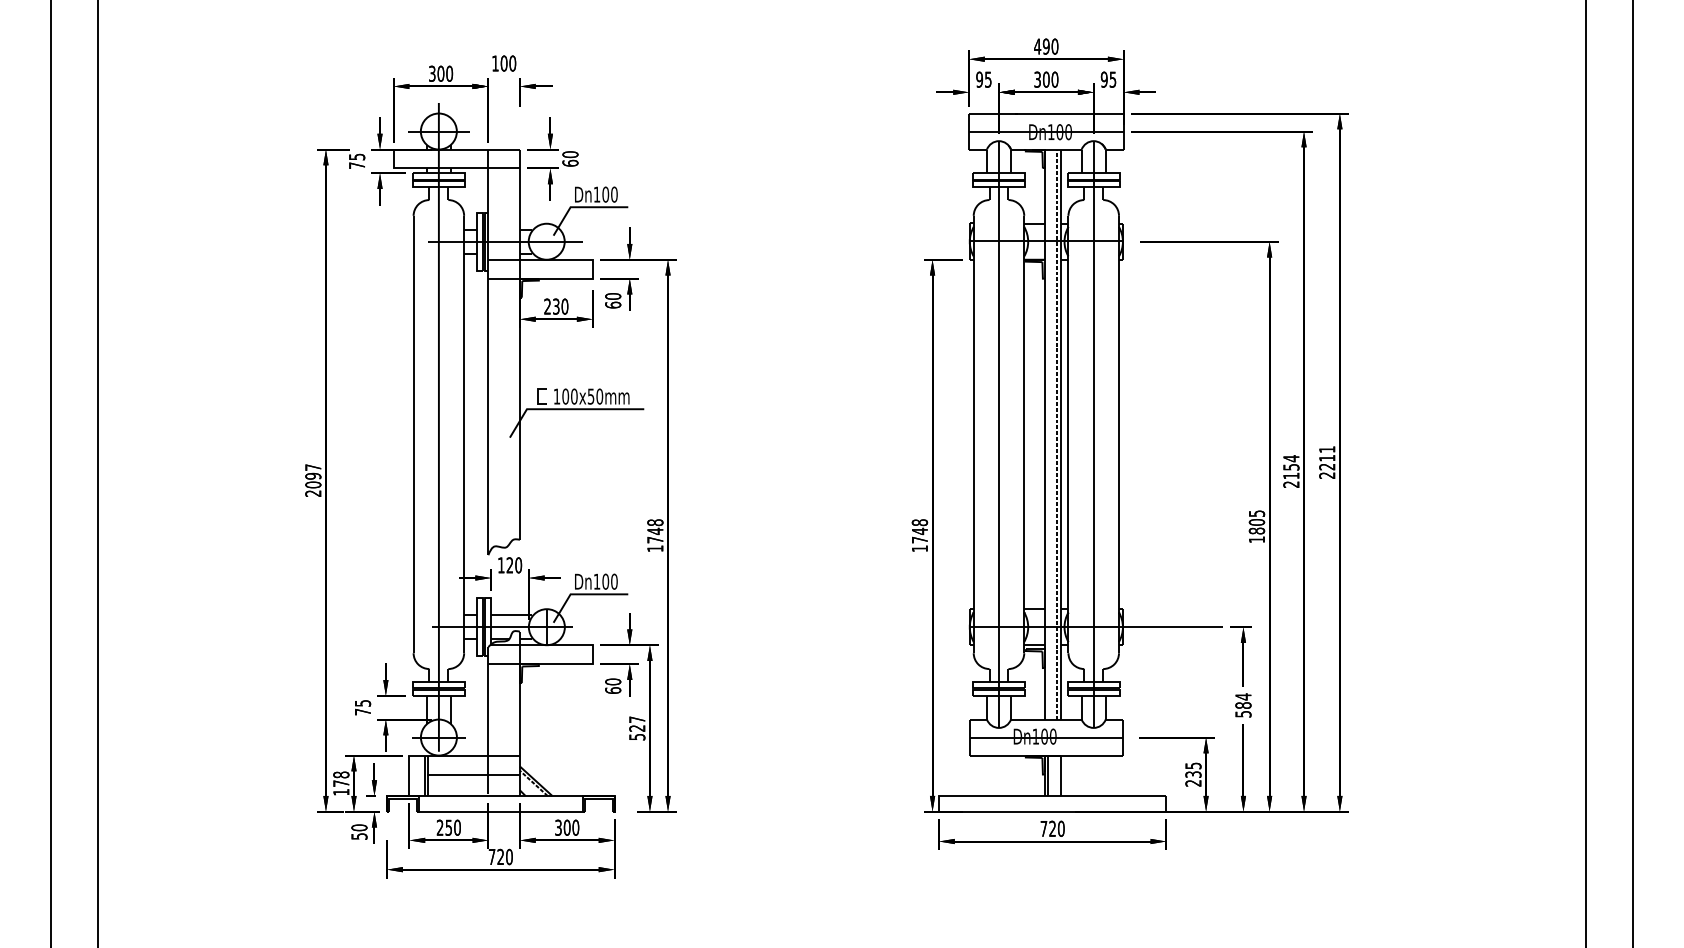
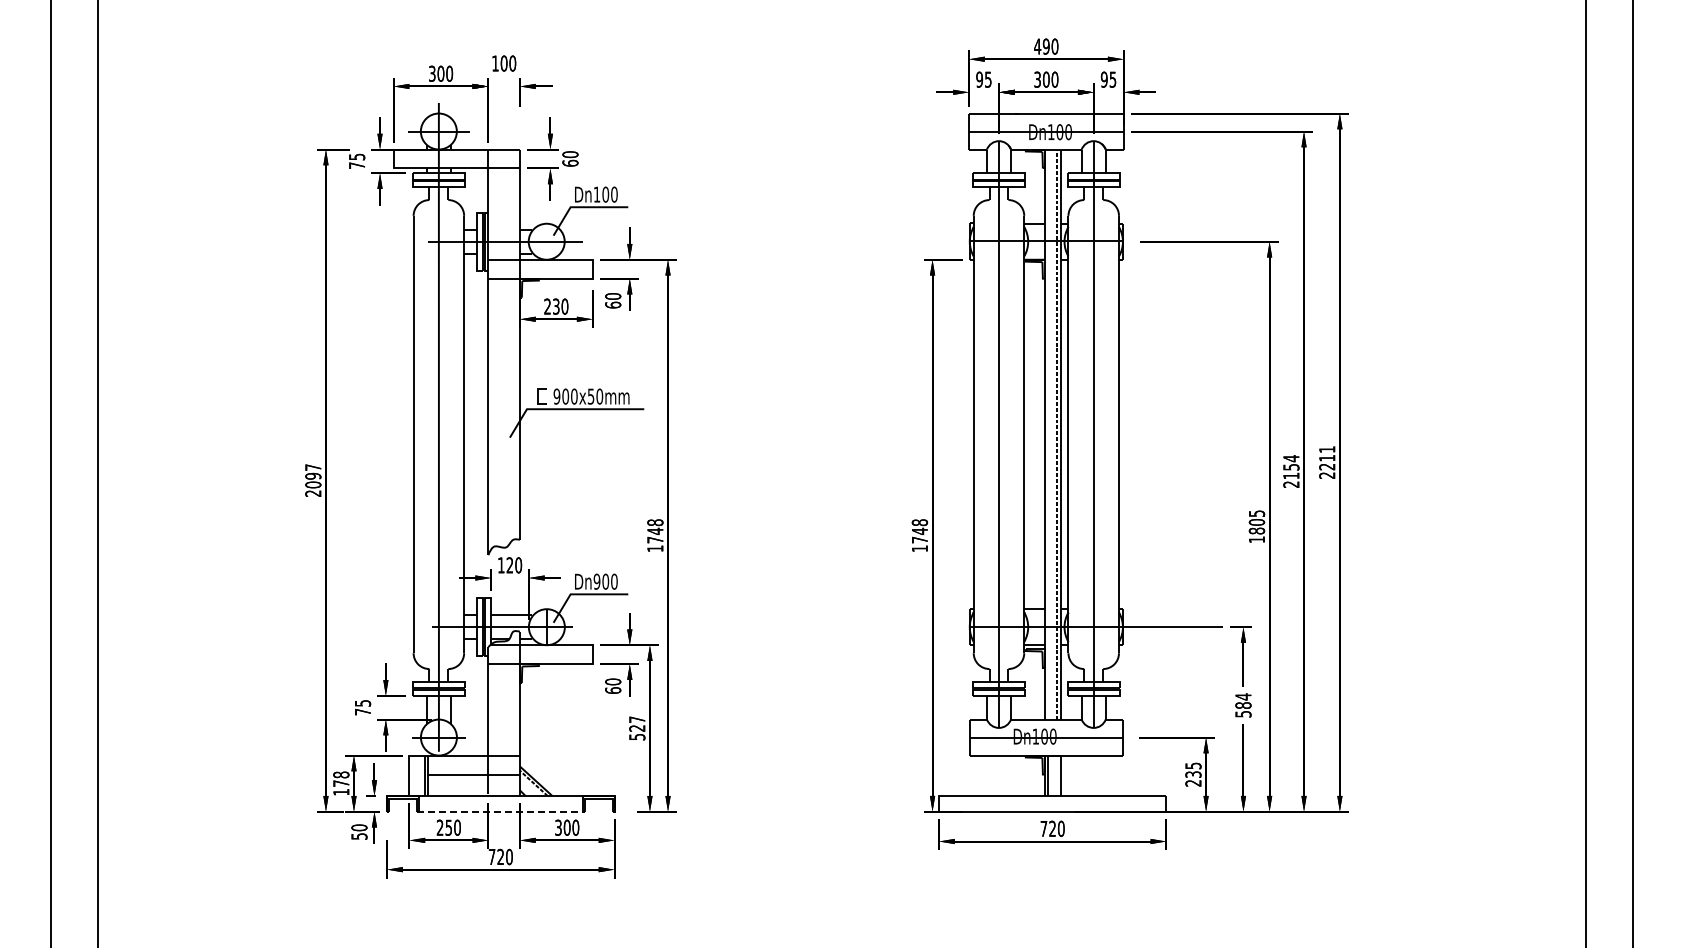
text at (556, 396): 100x50mm -> 900x50mm
text at (596, 581): Dn100 -> Dn900
line at (501, 811): solid -> dashed
